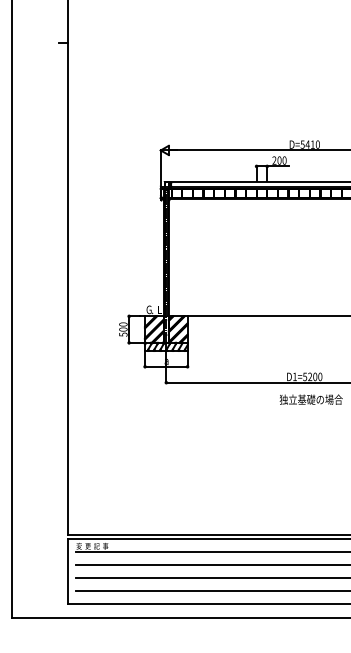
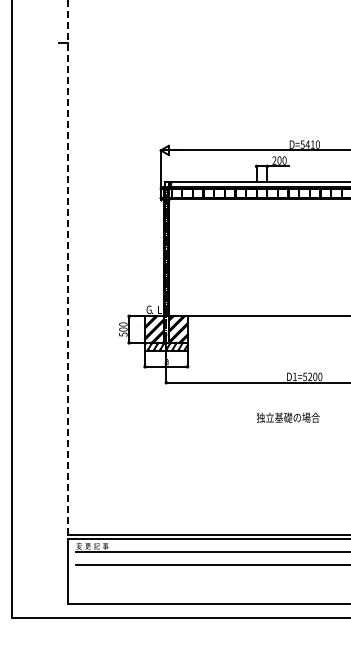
line at (68, 267): solid -> dashed
text at (310, 399) position: (310, 399) -> (287, 417)
line at (211, 577): present -> none
line at (211, 590): present -> none
